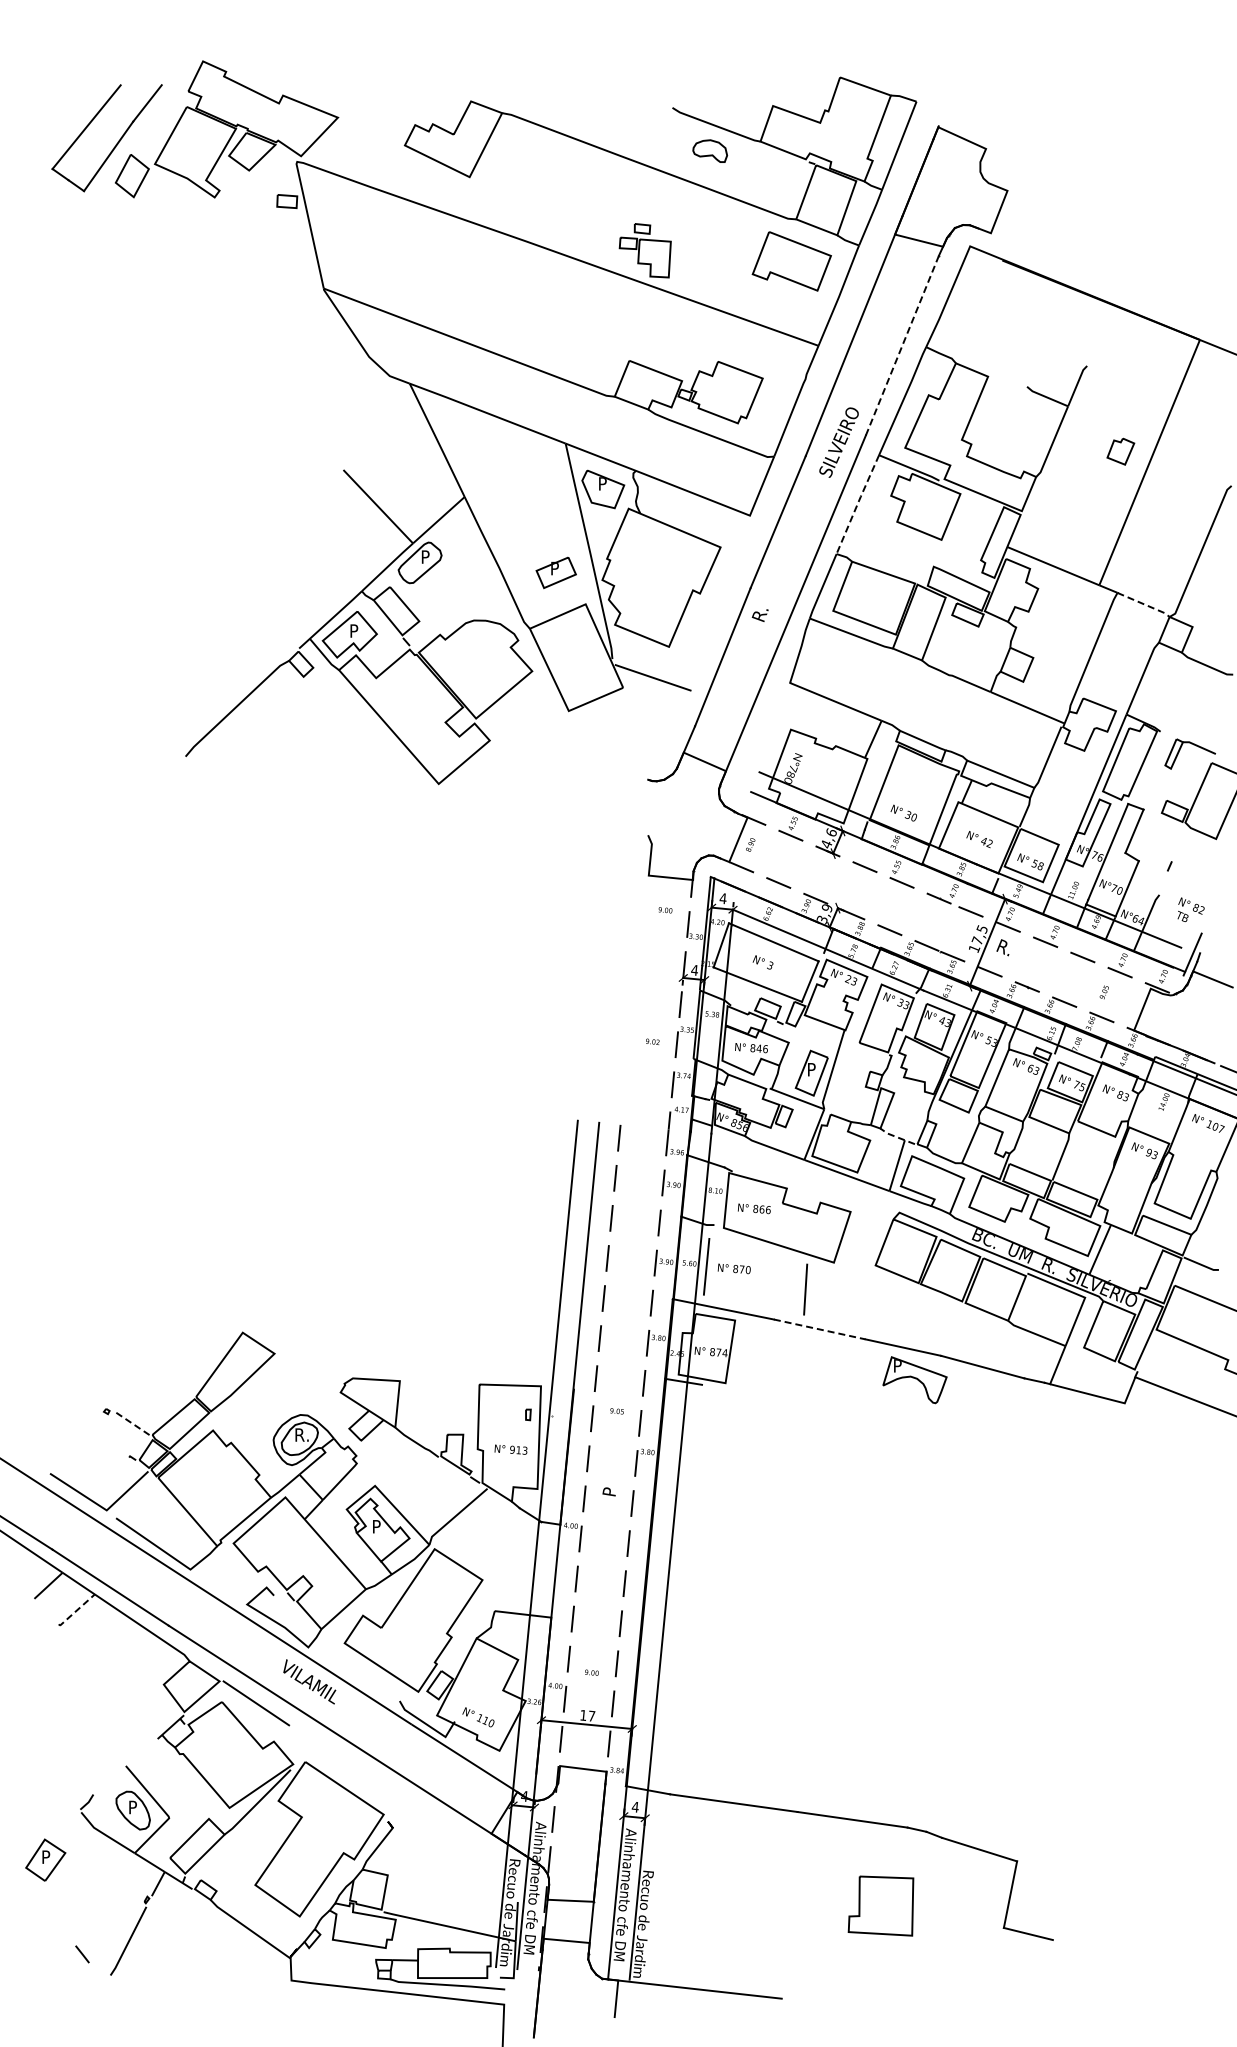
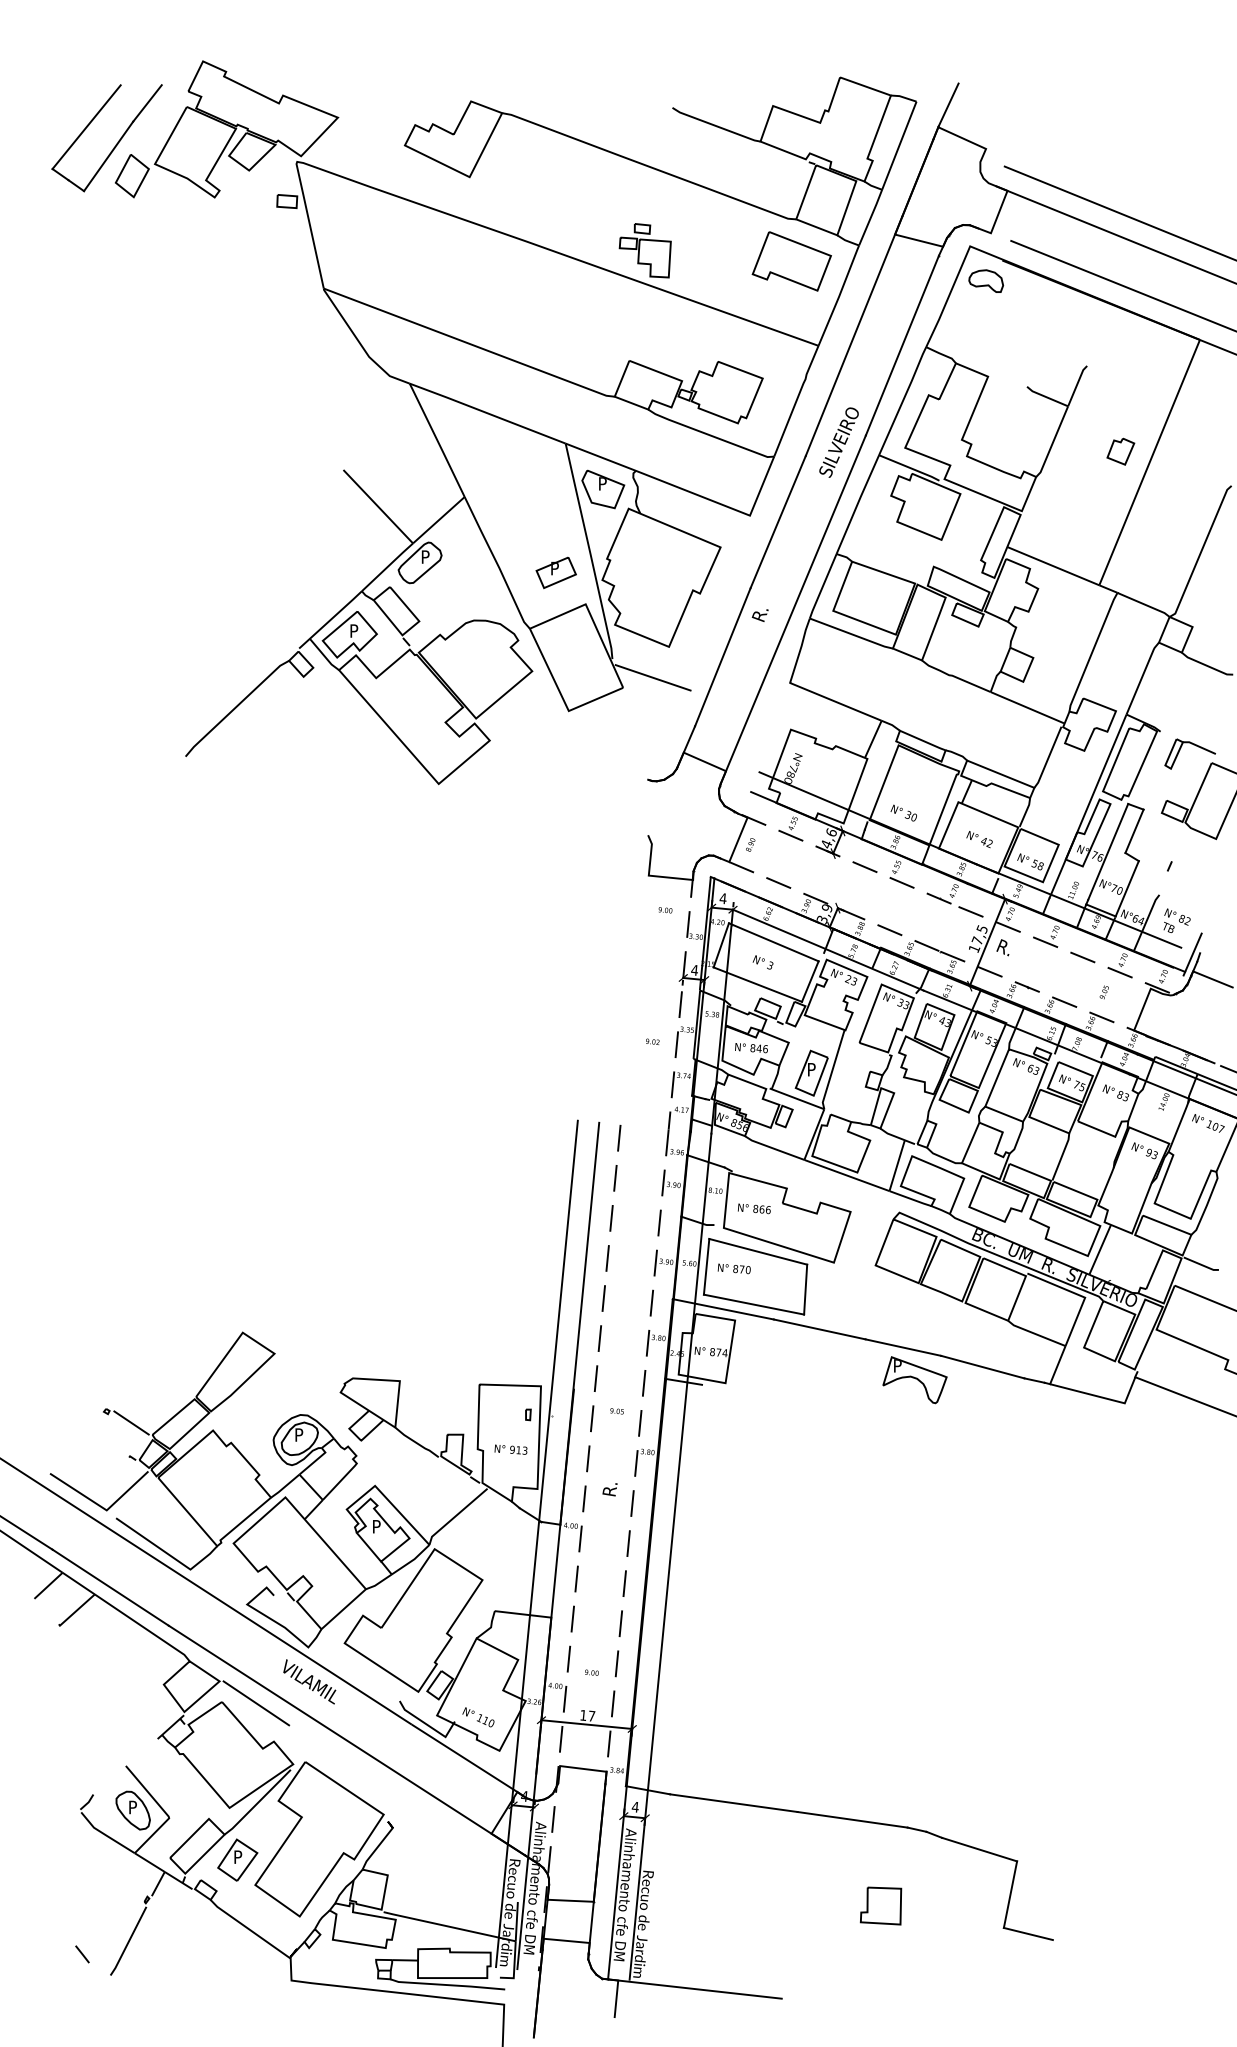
line at (948, 104): none -> present
part at (710, 150) position: (710, 150) -> (986, 280)
line at (1118, 212): none -> present
line at (1114, 234): none -> present
line at (1122, 285): none -> present
line at (902, 345): dashed -> solid
line at (857, 504): dashed -> solid
line at (1144, 604): dashed -> solid
text at (1190, 909) position: (1190, 909) -> (1176, 920)
line at (896, 1137): dashed -> solid
line at (758, 1251): none -> present
line at (753, 1304): none -> present
line at (819, 1329): dashed -> solid
line at (131, 1423): dashed -> solid
text at (302, 1437): R. -> P
text at (613, 1488): P -> R.
line at (76, 1611): dashed -> solid
part at (45, 1859) position: (45, 1859) -> (237, 1859)
part at (880, 1905) size: 68x62 px -> 44x40 px
